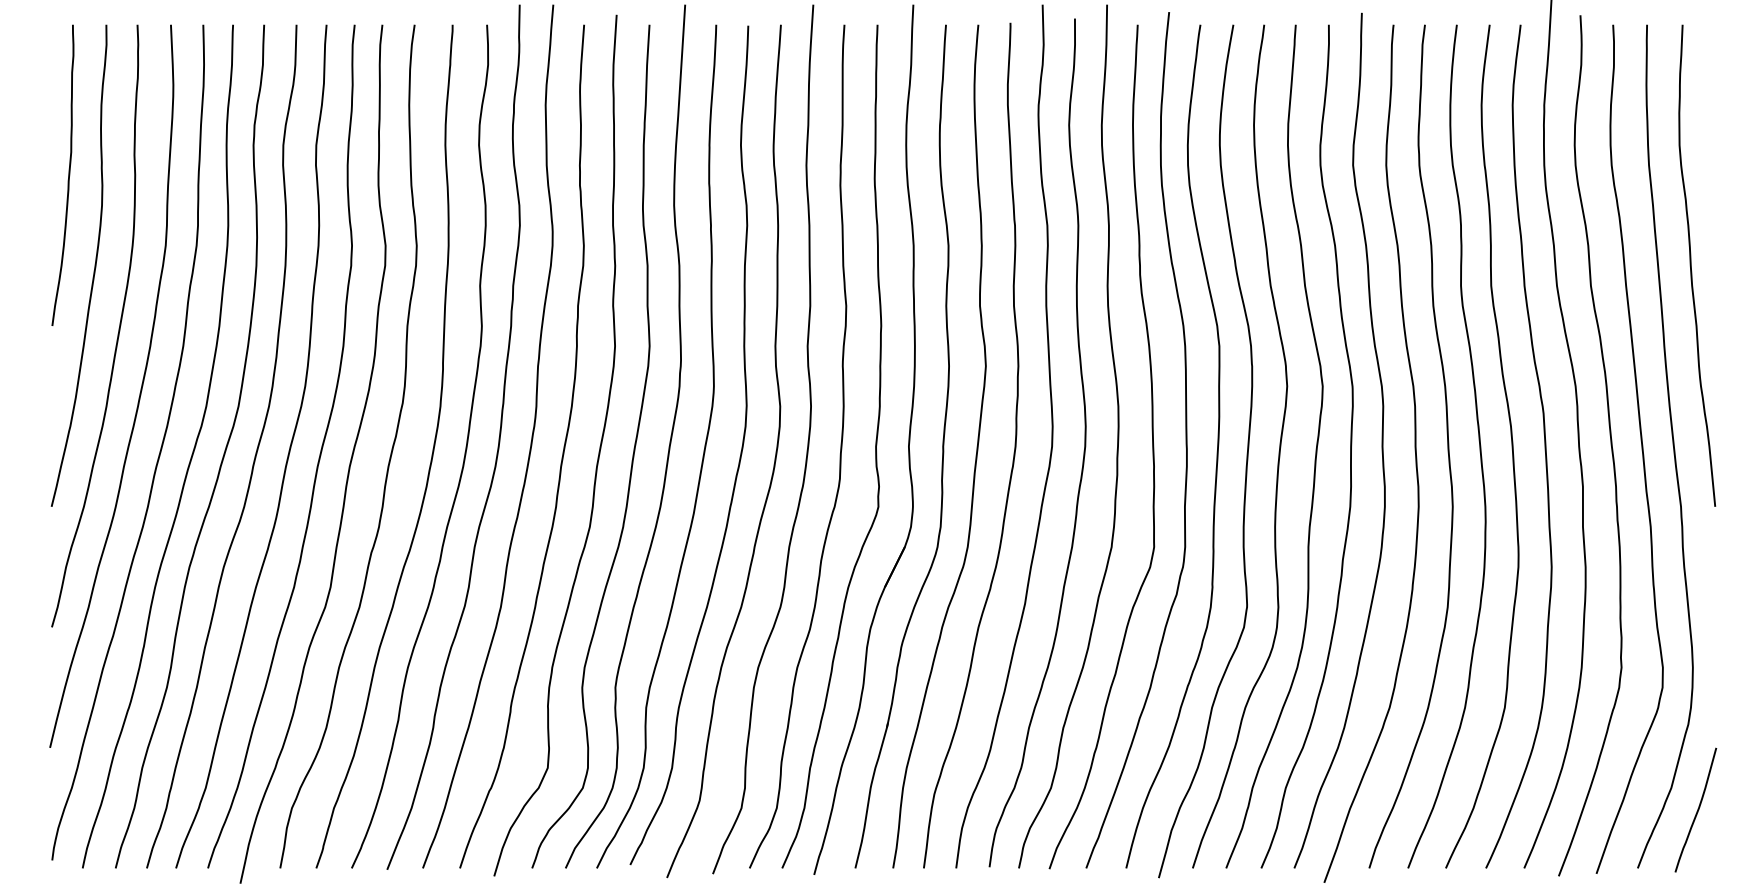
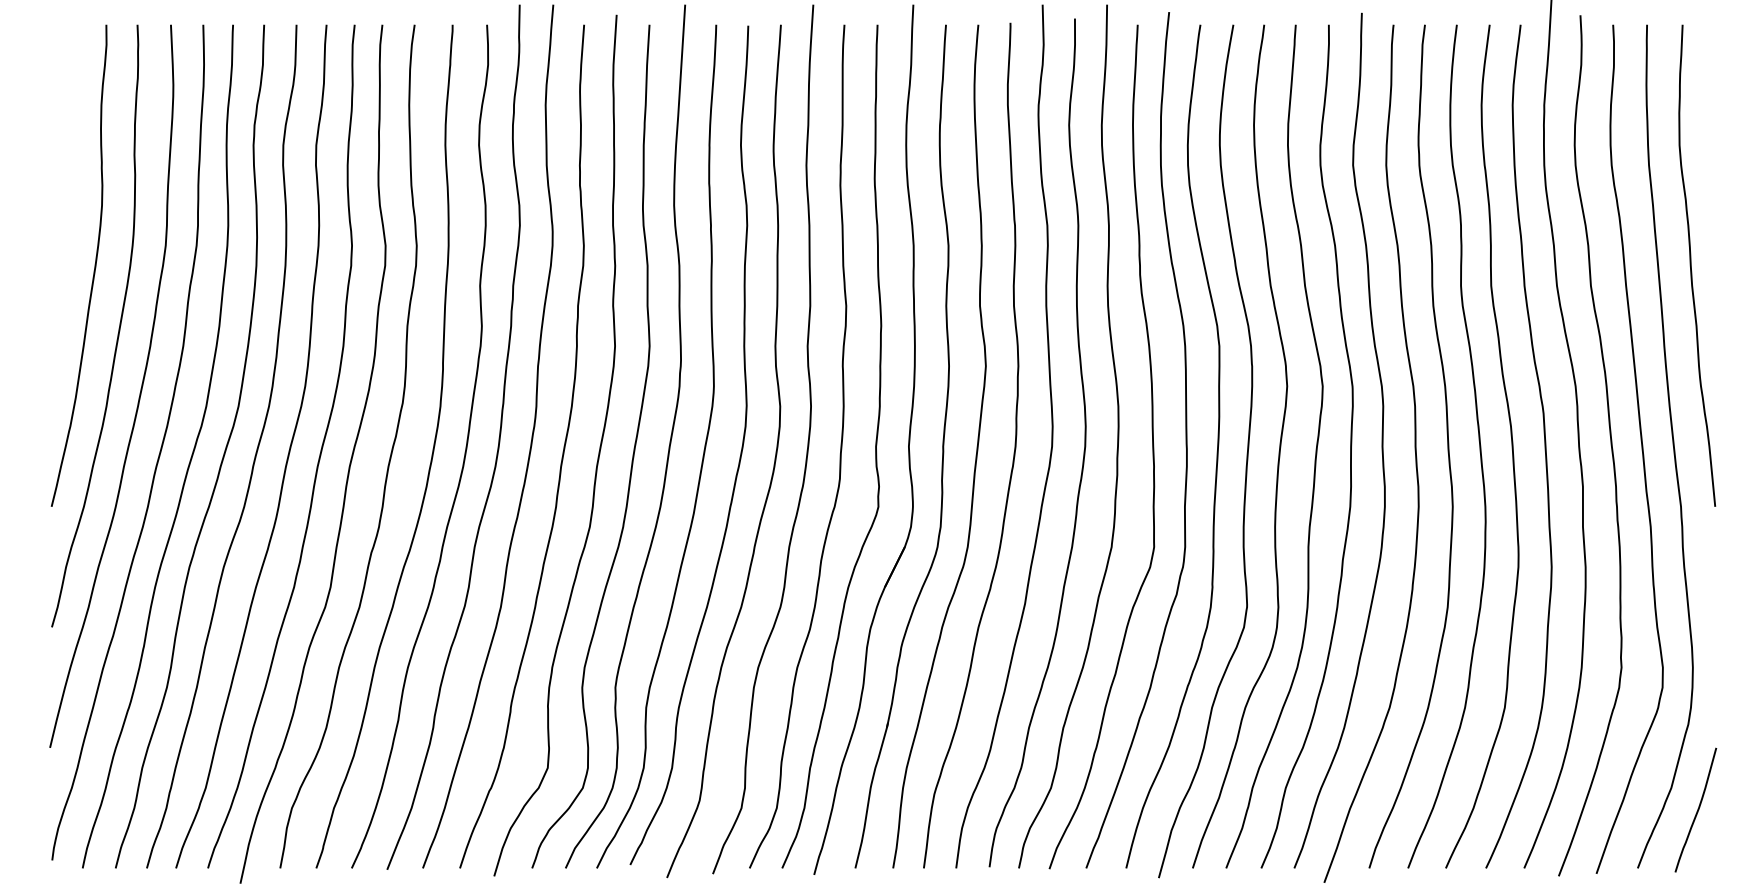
curve at (68, 174): present -> none
